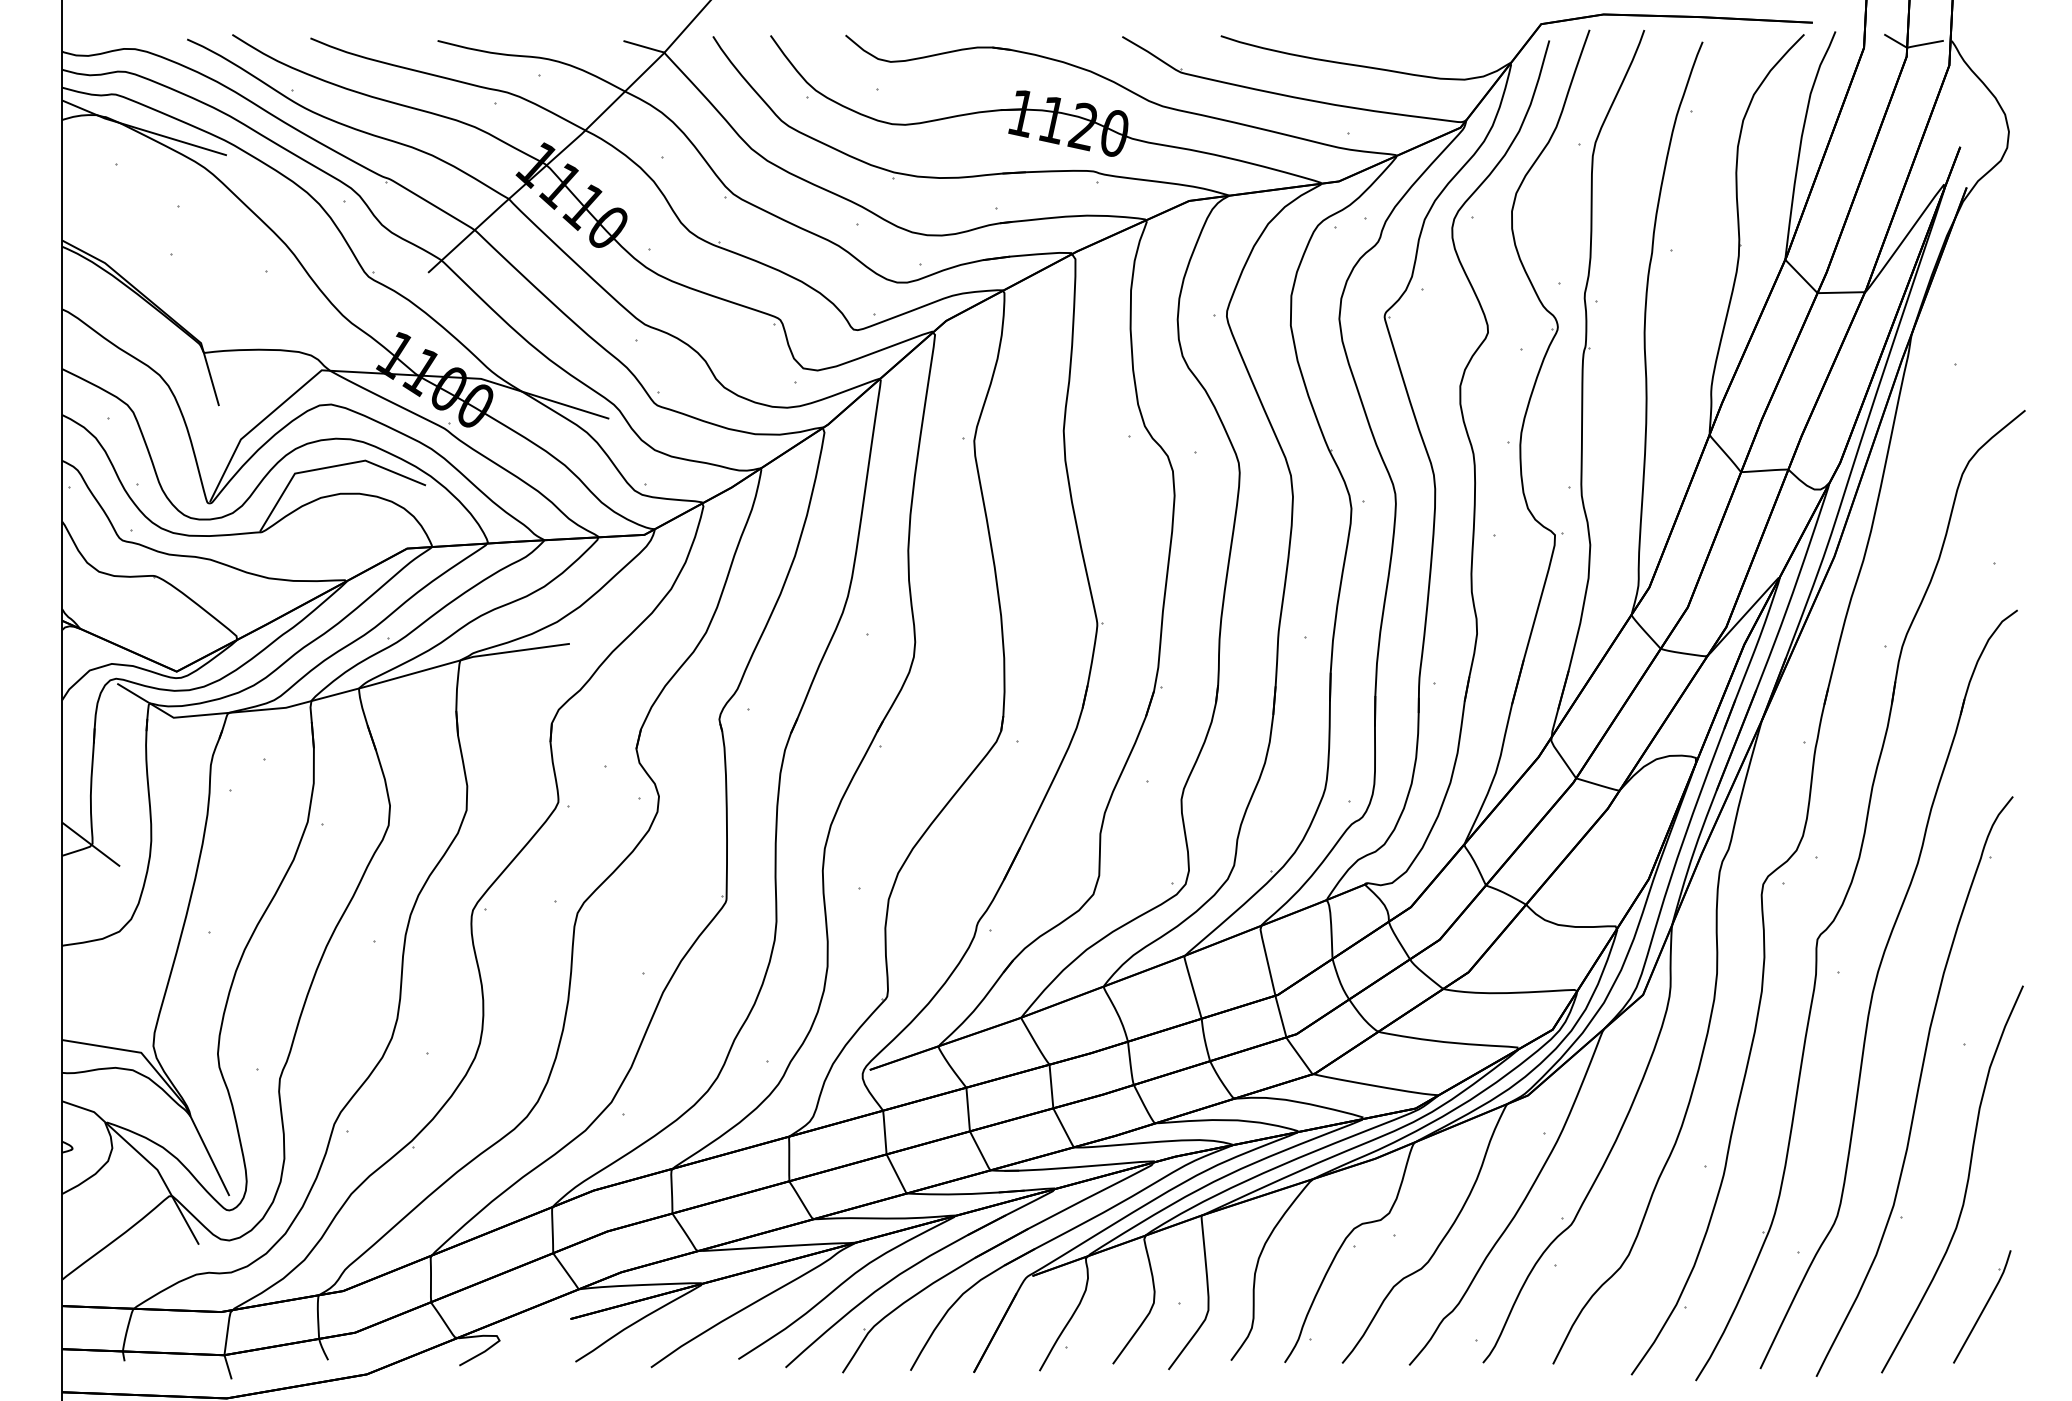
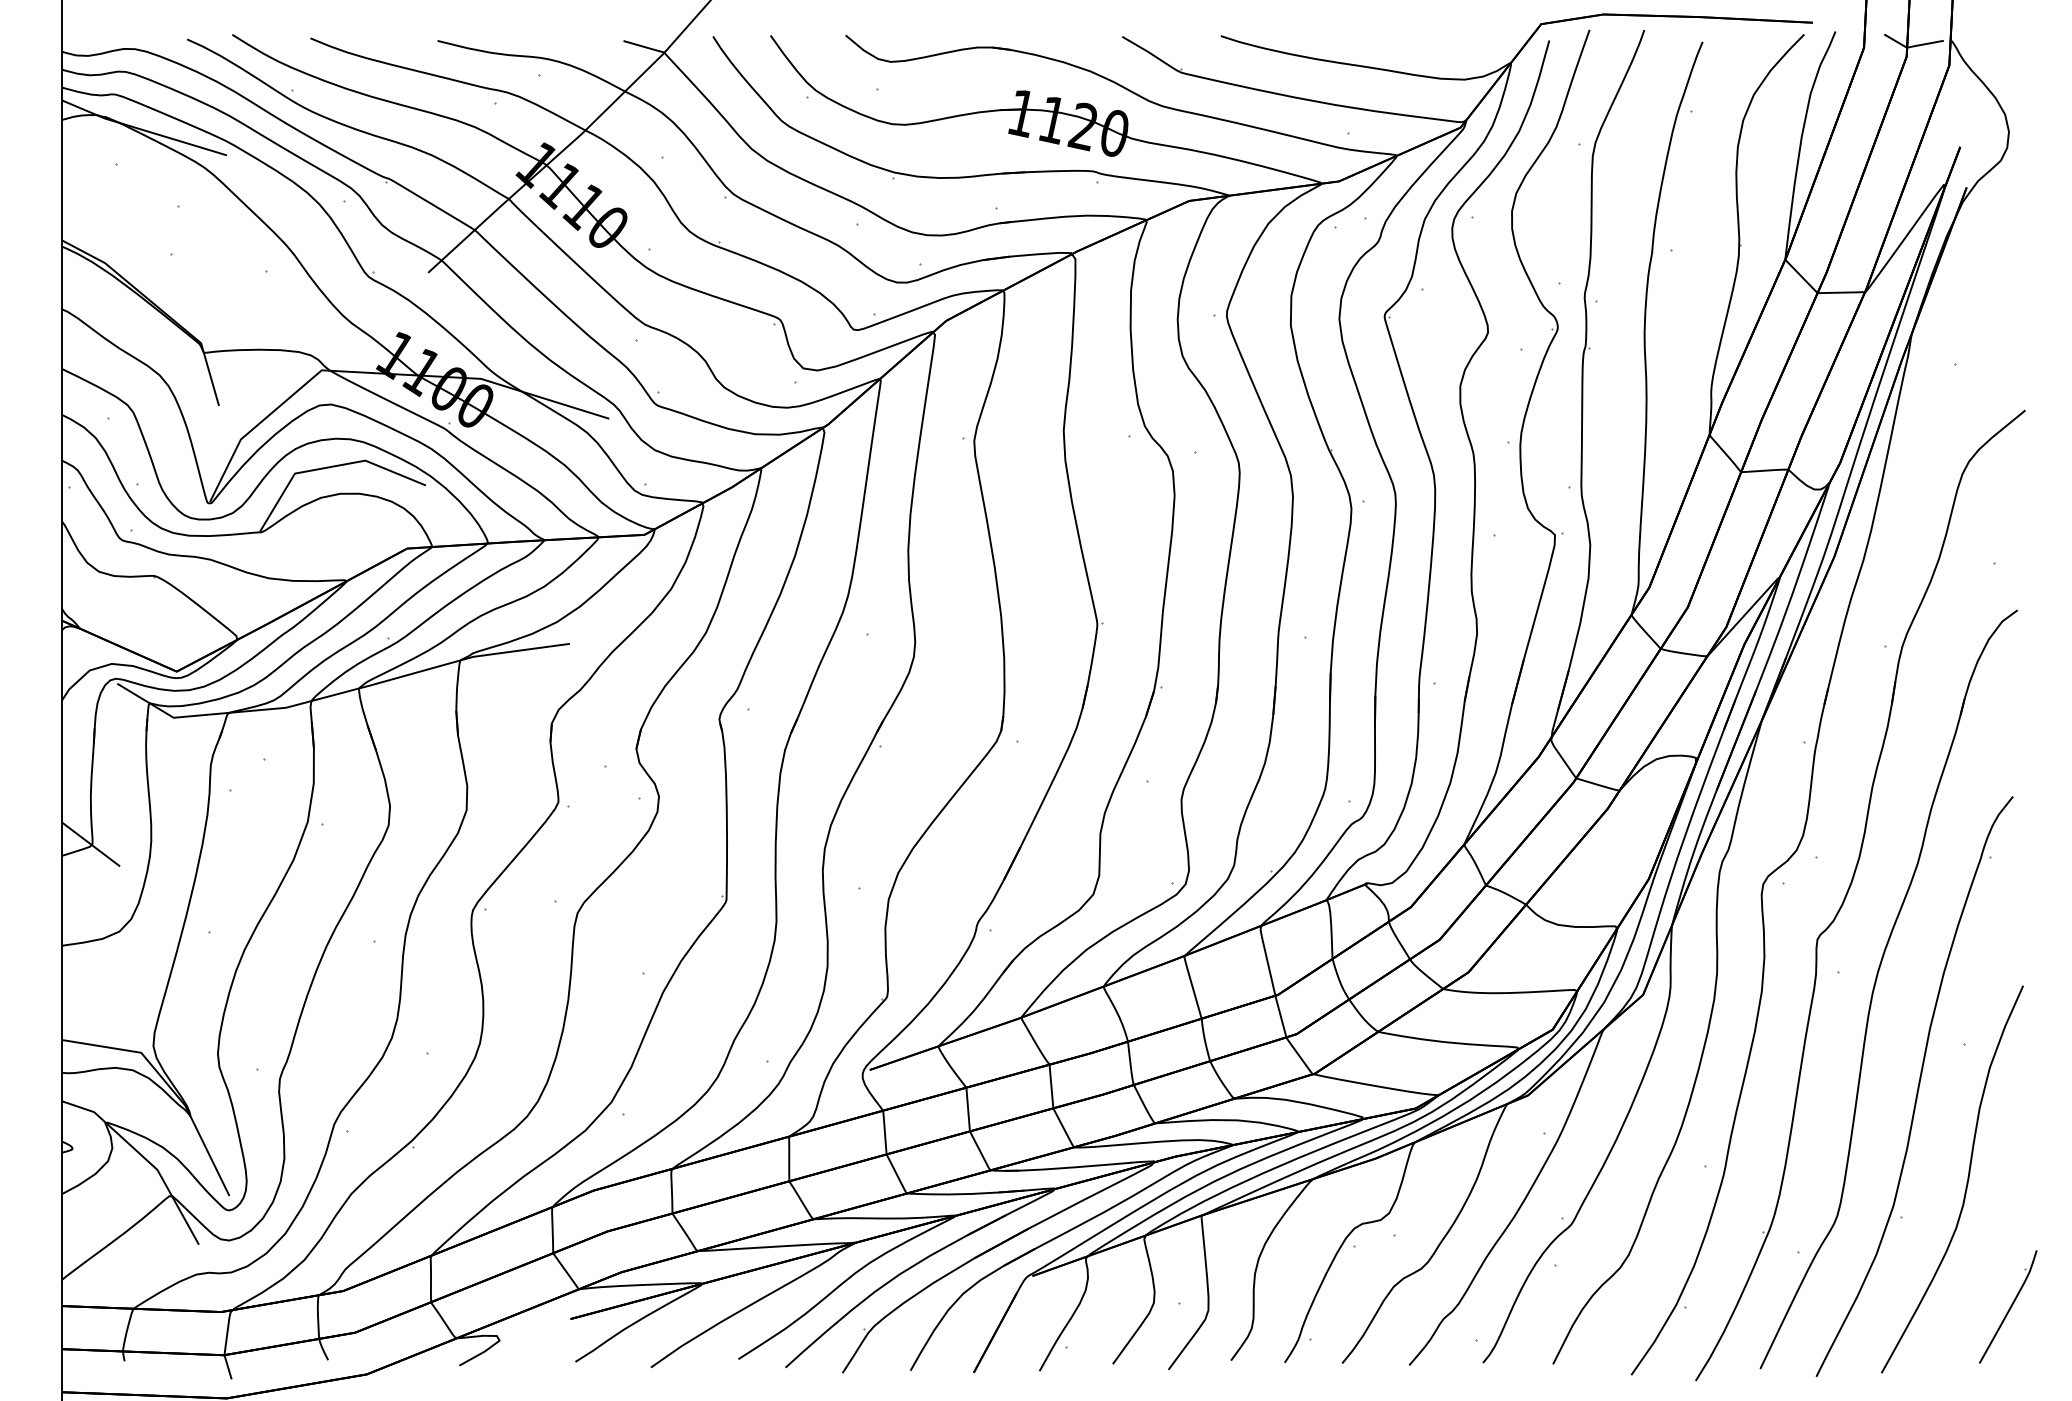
part at (1982, 1306) position: (1982, 1306) -> (2008, 1306)
